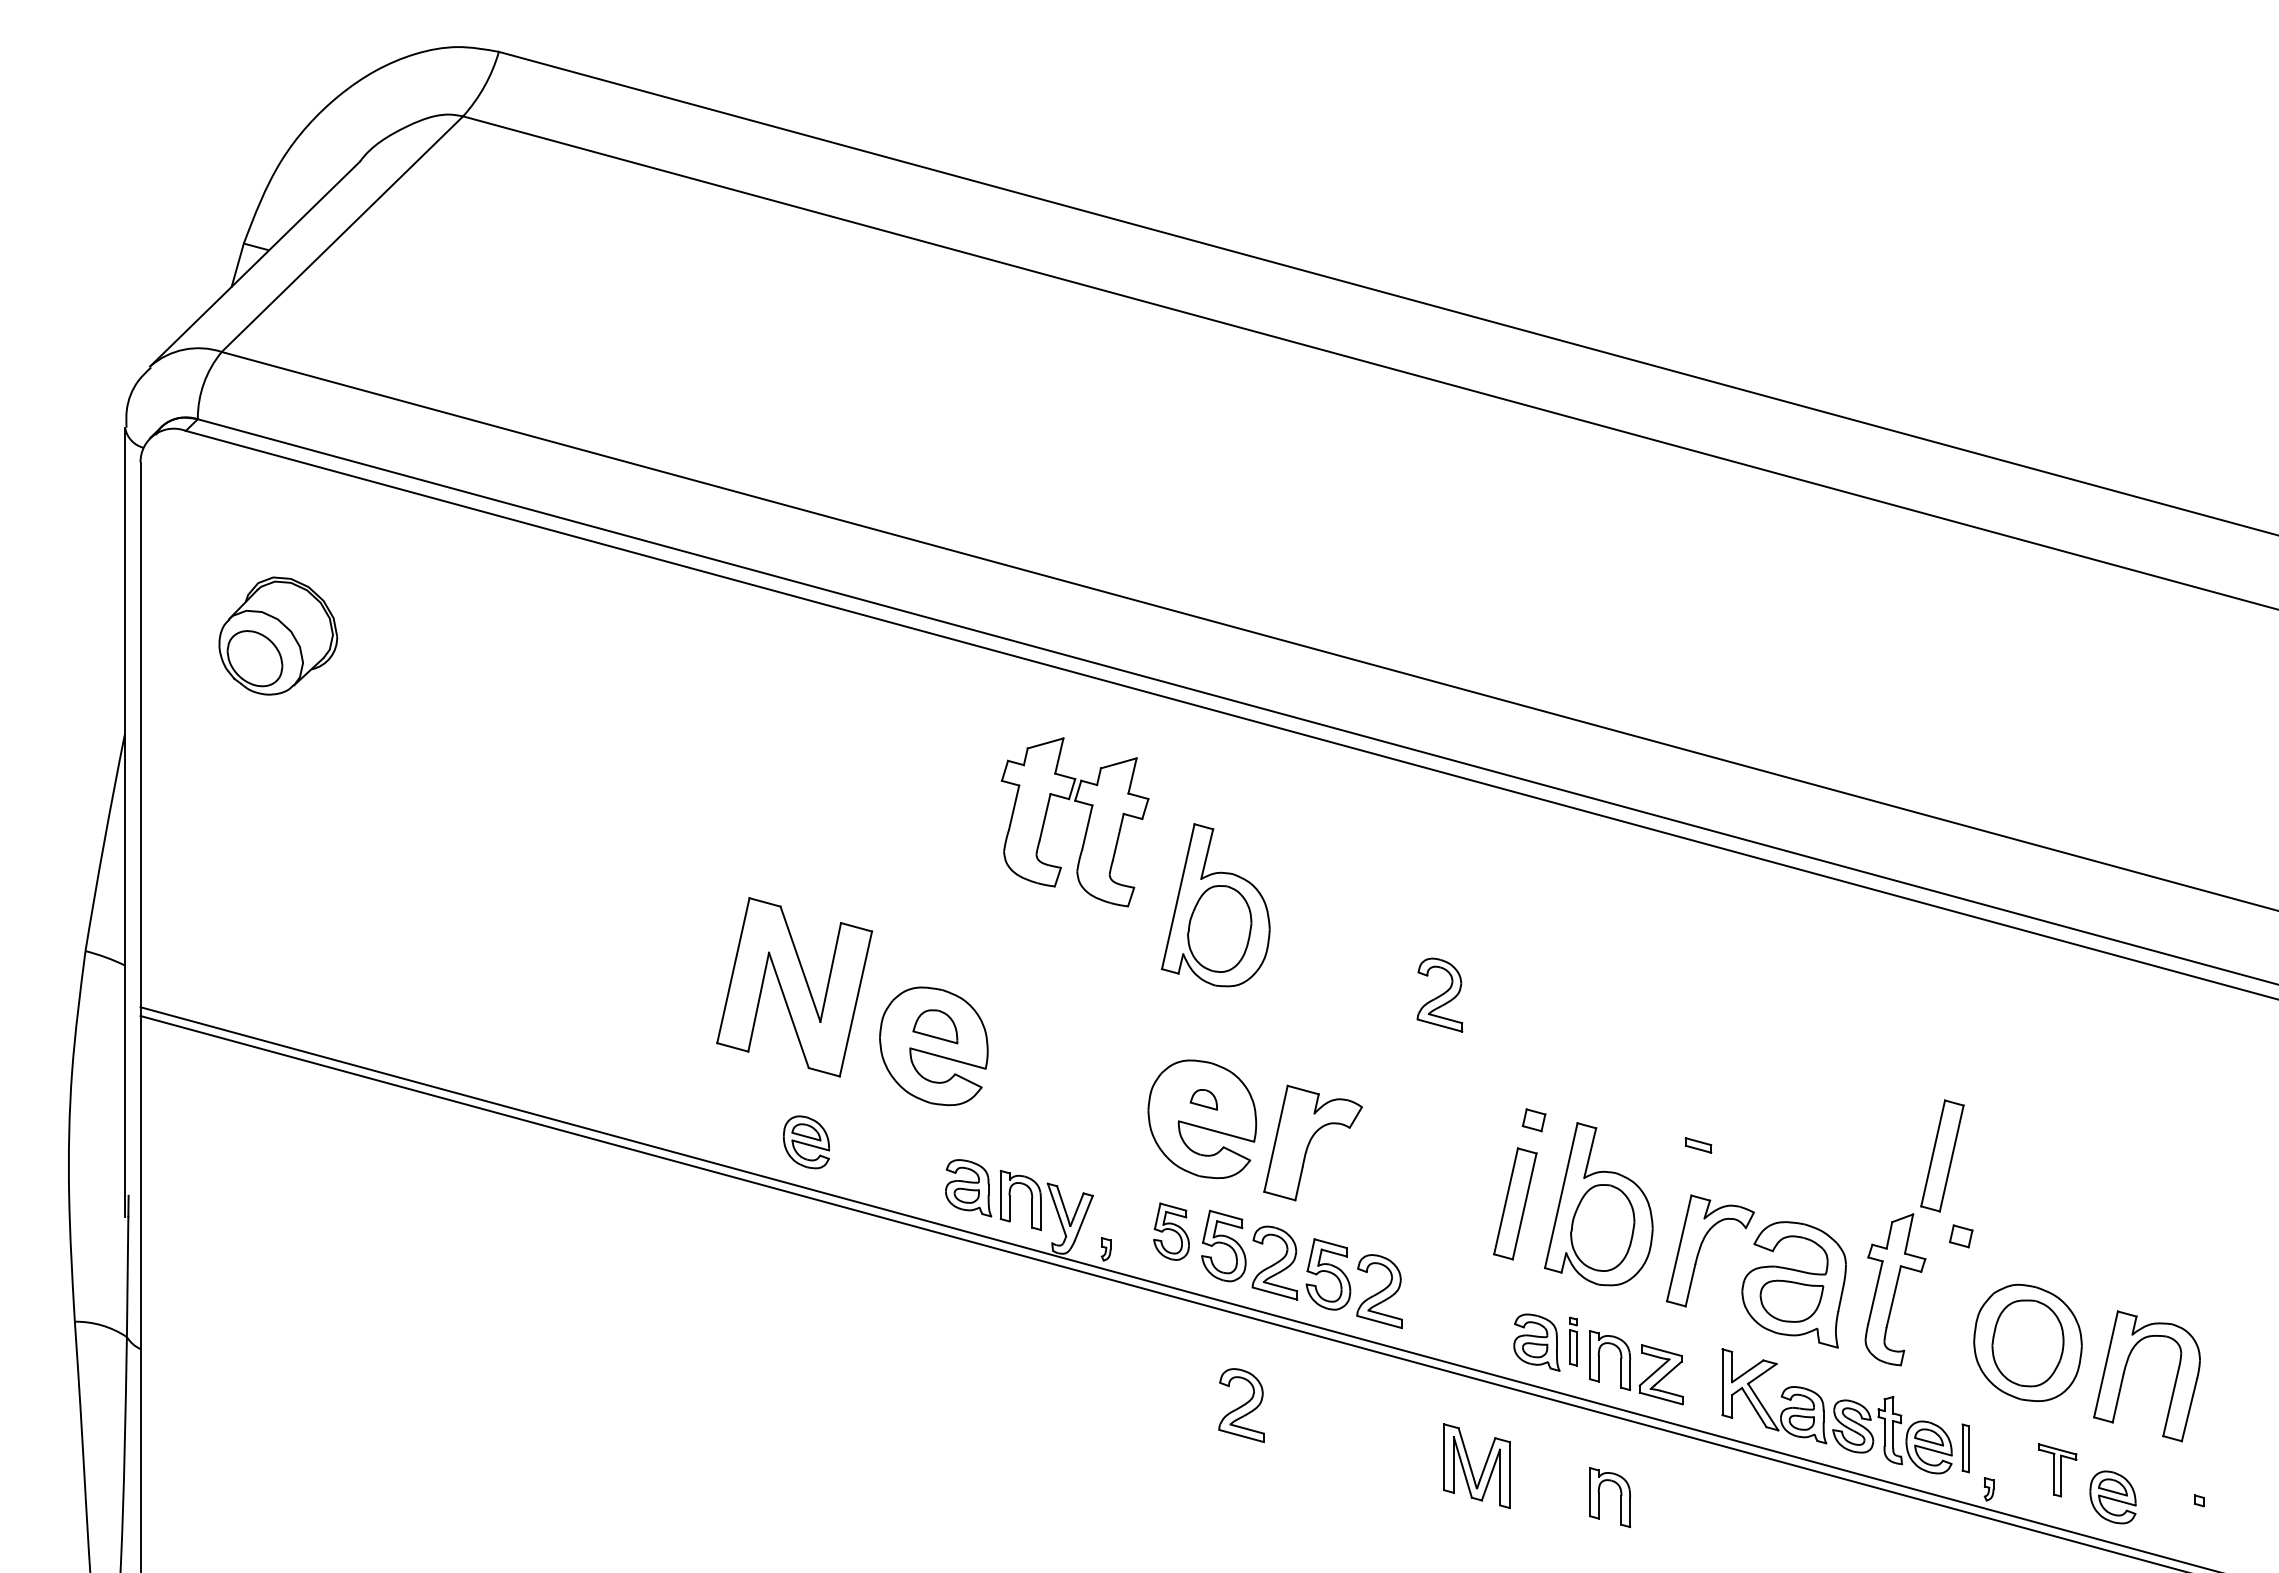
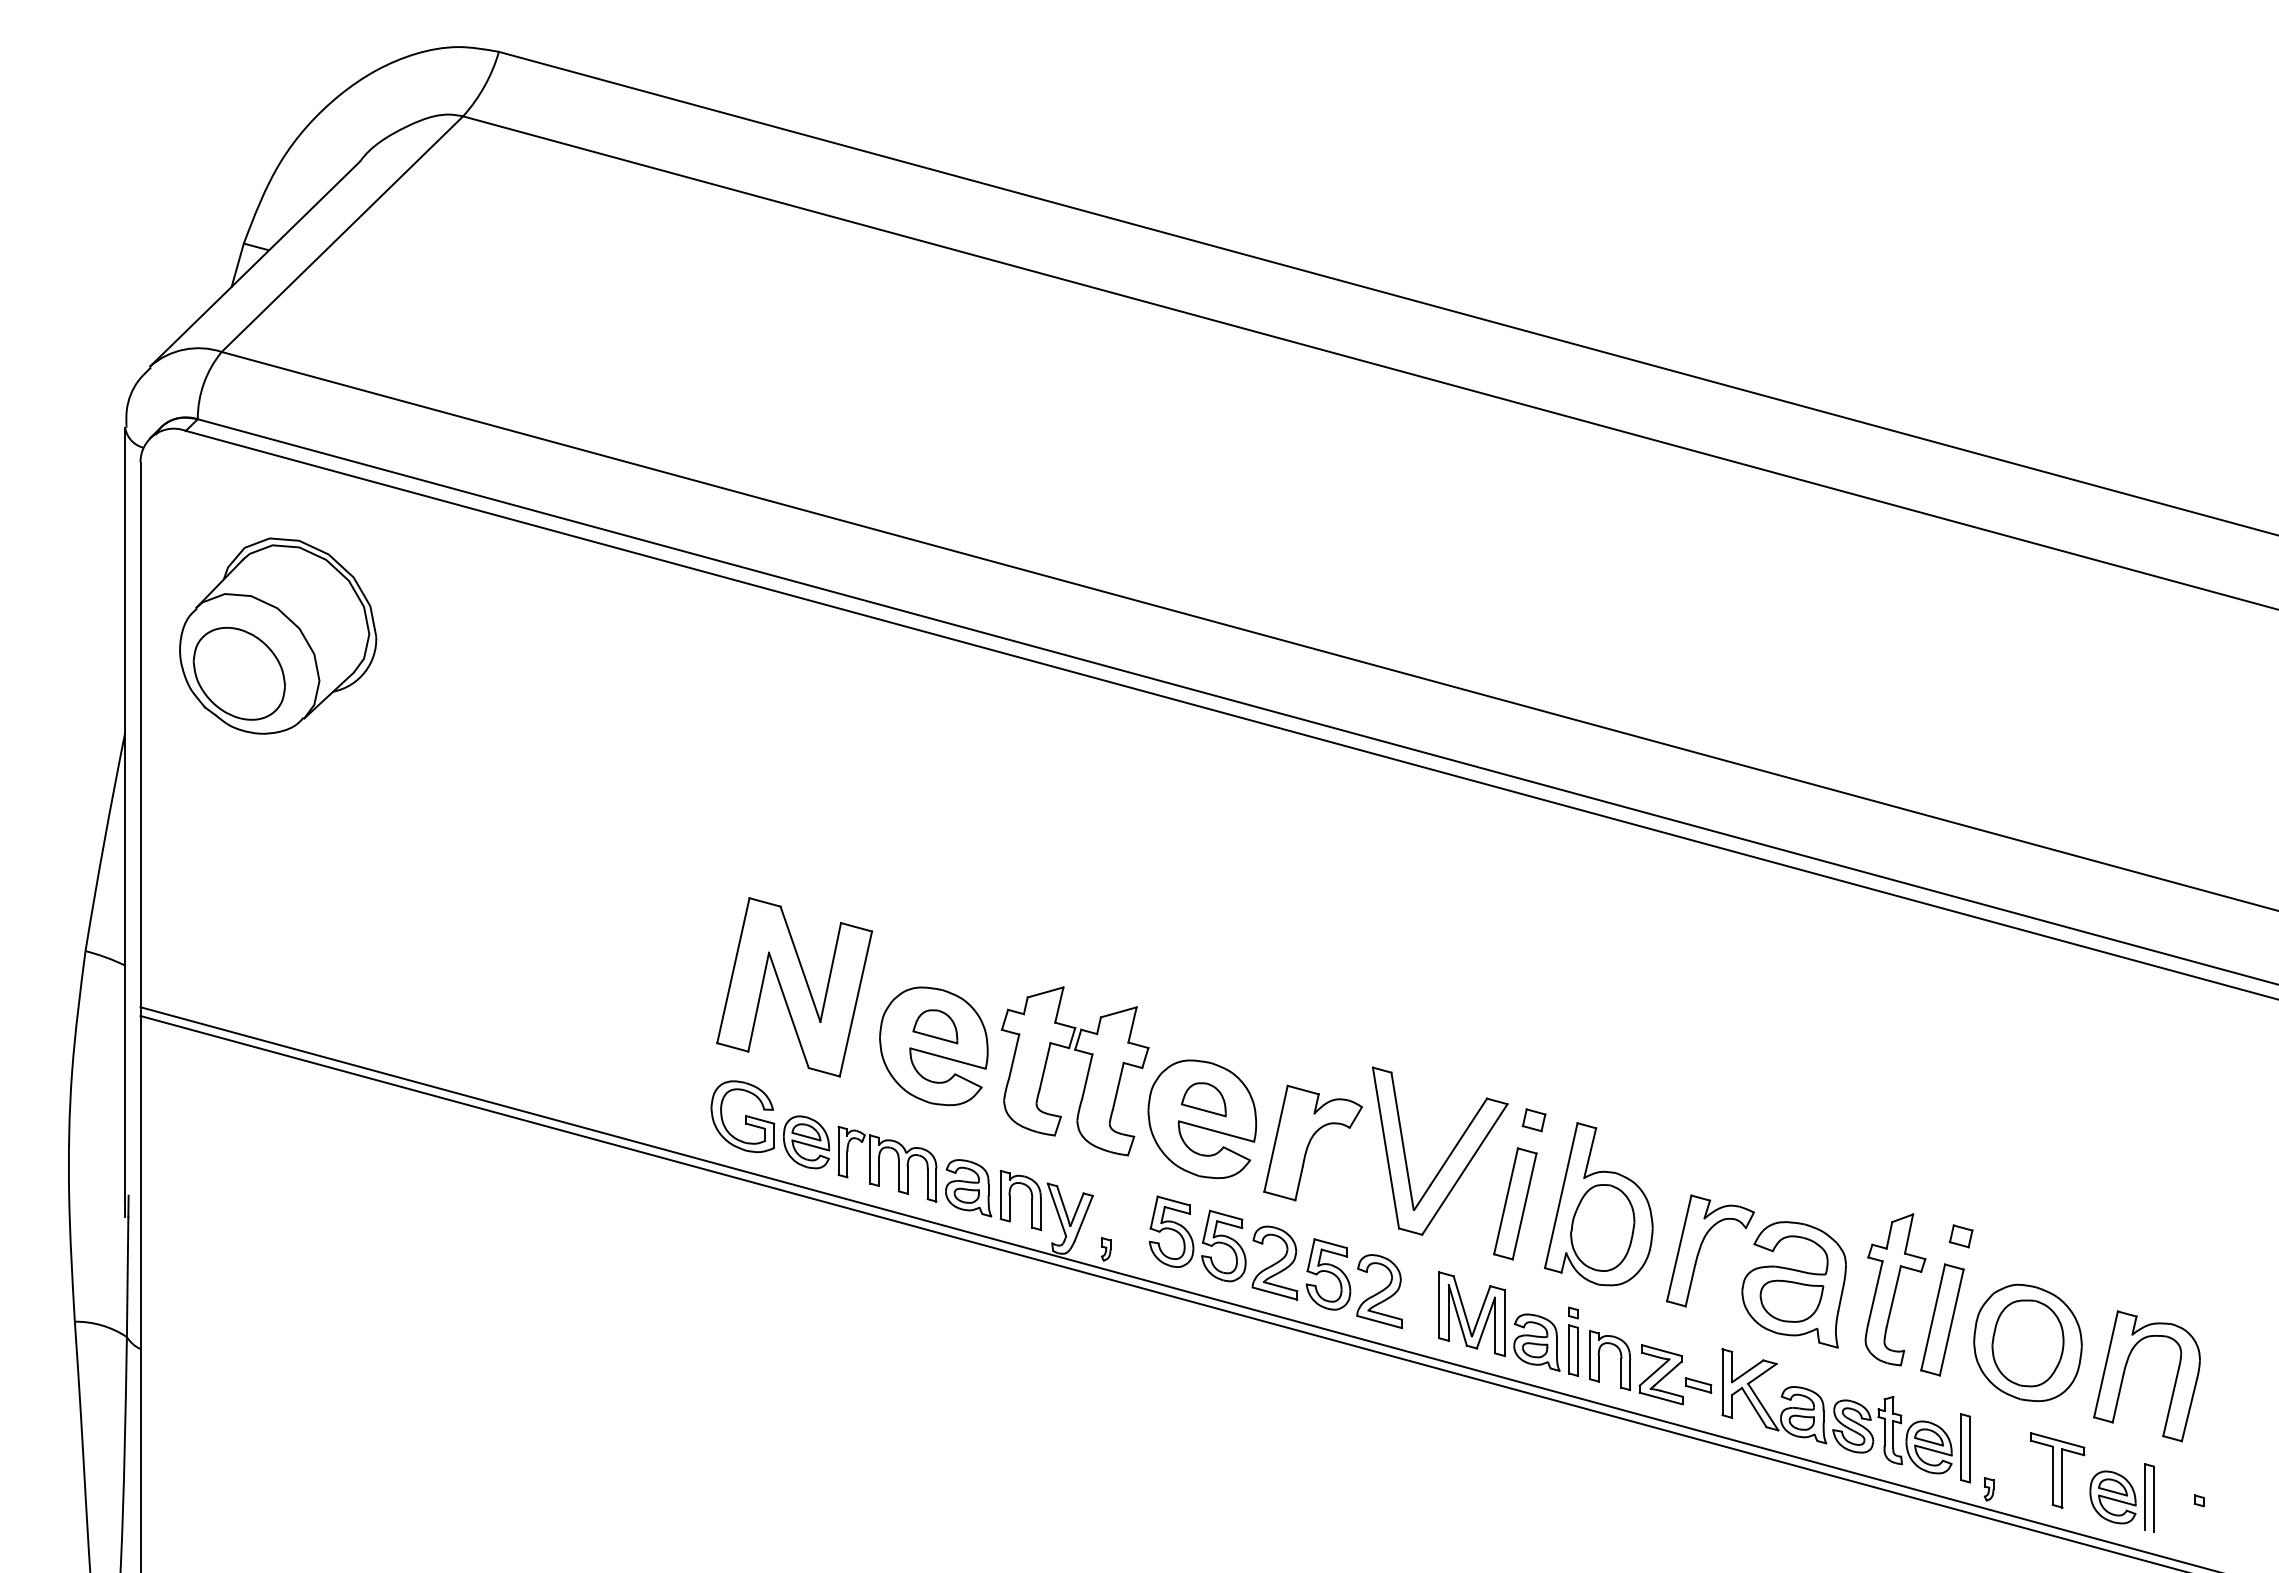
part at (278, 635) size: 121x120 px -> 199x198 px
part at (1086, 825) position: (1086, 825) -> (1086, 1074)
part at (1215, 905): present -> none
part at (1439, 994): present -> none
part at (1203, 1099) size: 29x22 px -> 46x36 px
part at (742, 1116): none -> present
part at (1698, 1145) position: (1698, 1145) -> (1698, 1385)
part at (1448, 1155): none -> present
part at (1942, 1155) position: (1942, 1155) -> (1942, 1319)
part at (879, 1163): none -> present
part at (1171, 1231) size: 37x59 px -> 47x73 px
part at (1573, 1341) size: 9x51 px -> 11x71 px
part at (1241, 1405): present -> none
part at (1965, 1448) size: 9x51 px -> 11x71 px
part at (1476, 1465) position: (1476, 1465) -> (1471, 1313)
part at (2057, 1470) size: 40x55 px -> 56x77 px
part at (1620, 1497): present -> none
part at (2149, 1497): none -> present
